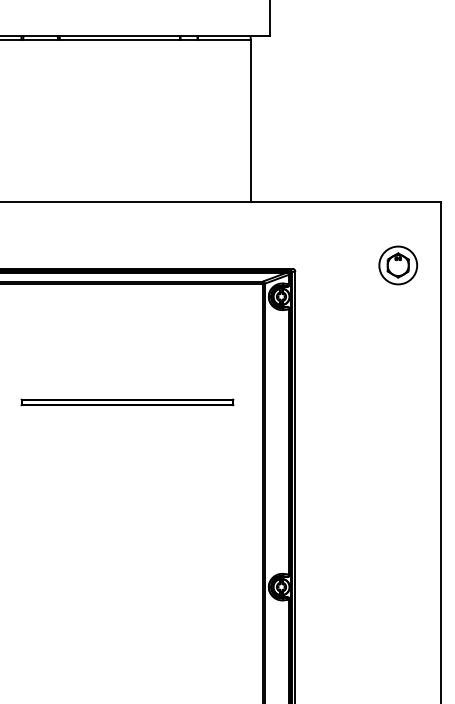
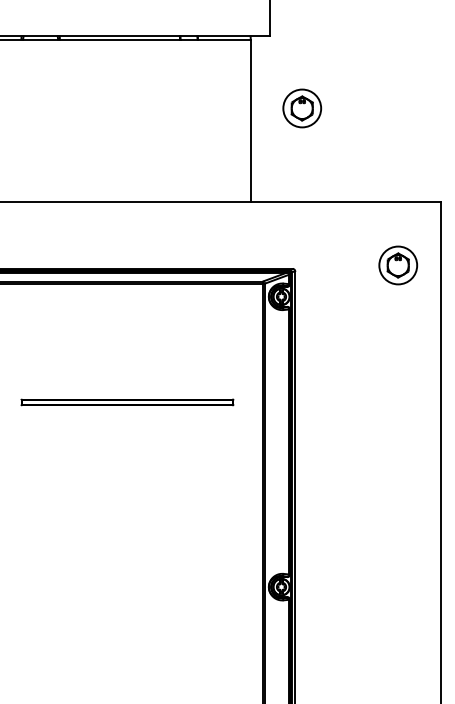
part at (302, 108): none -> present
